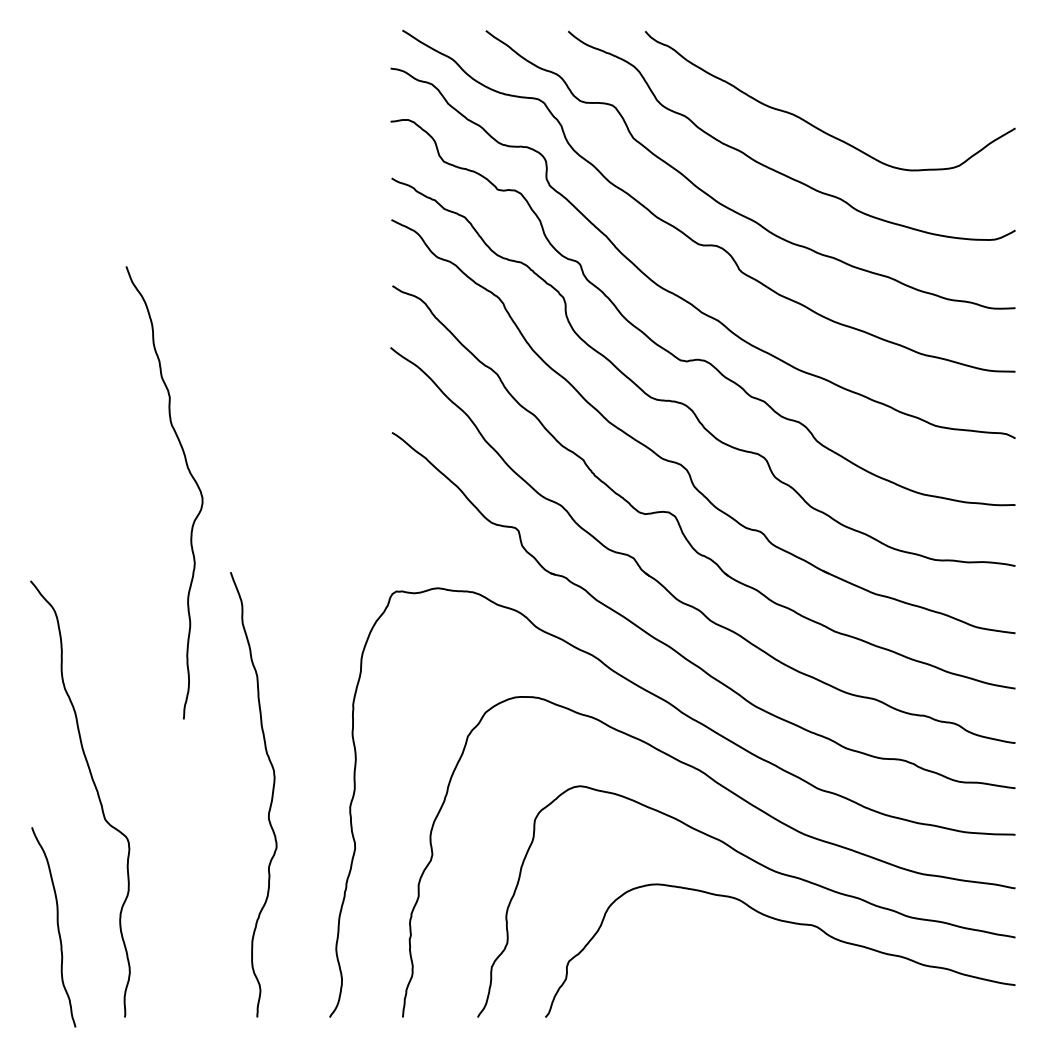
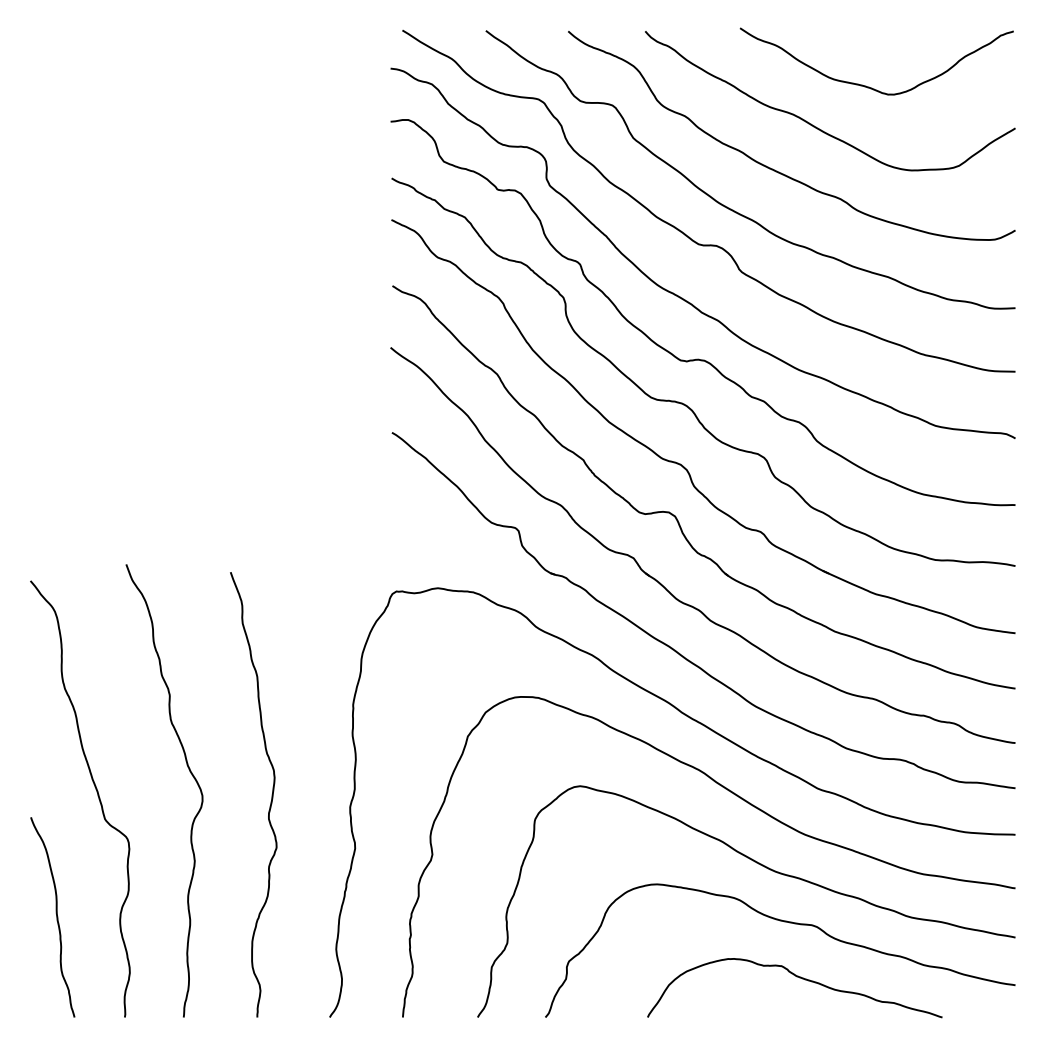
curve at (869, 86): none -> present
curve at (191, 477) position: (191, 477) -> (191, 775)
curve at (57, 927) position: (57, 927) -> (56, 917)
curve at (799, 978): none -> present
